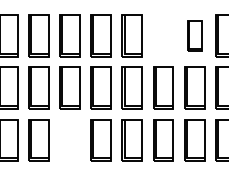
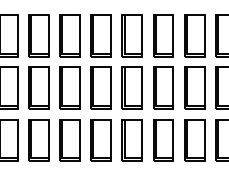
part at (163, 35): none -> present
part at (194, 35) size: 16x32 px -> 22x44 px
part at (69, 140): none -> present
